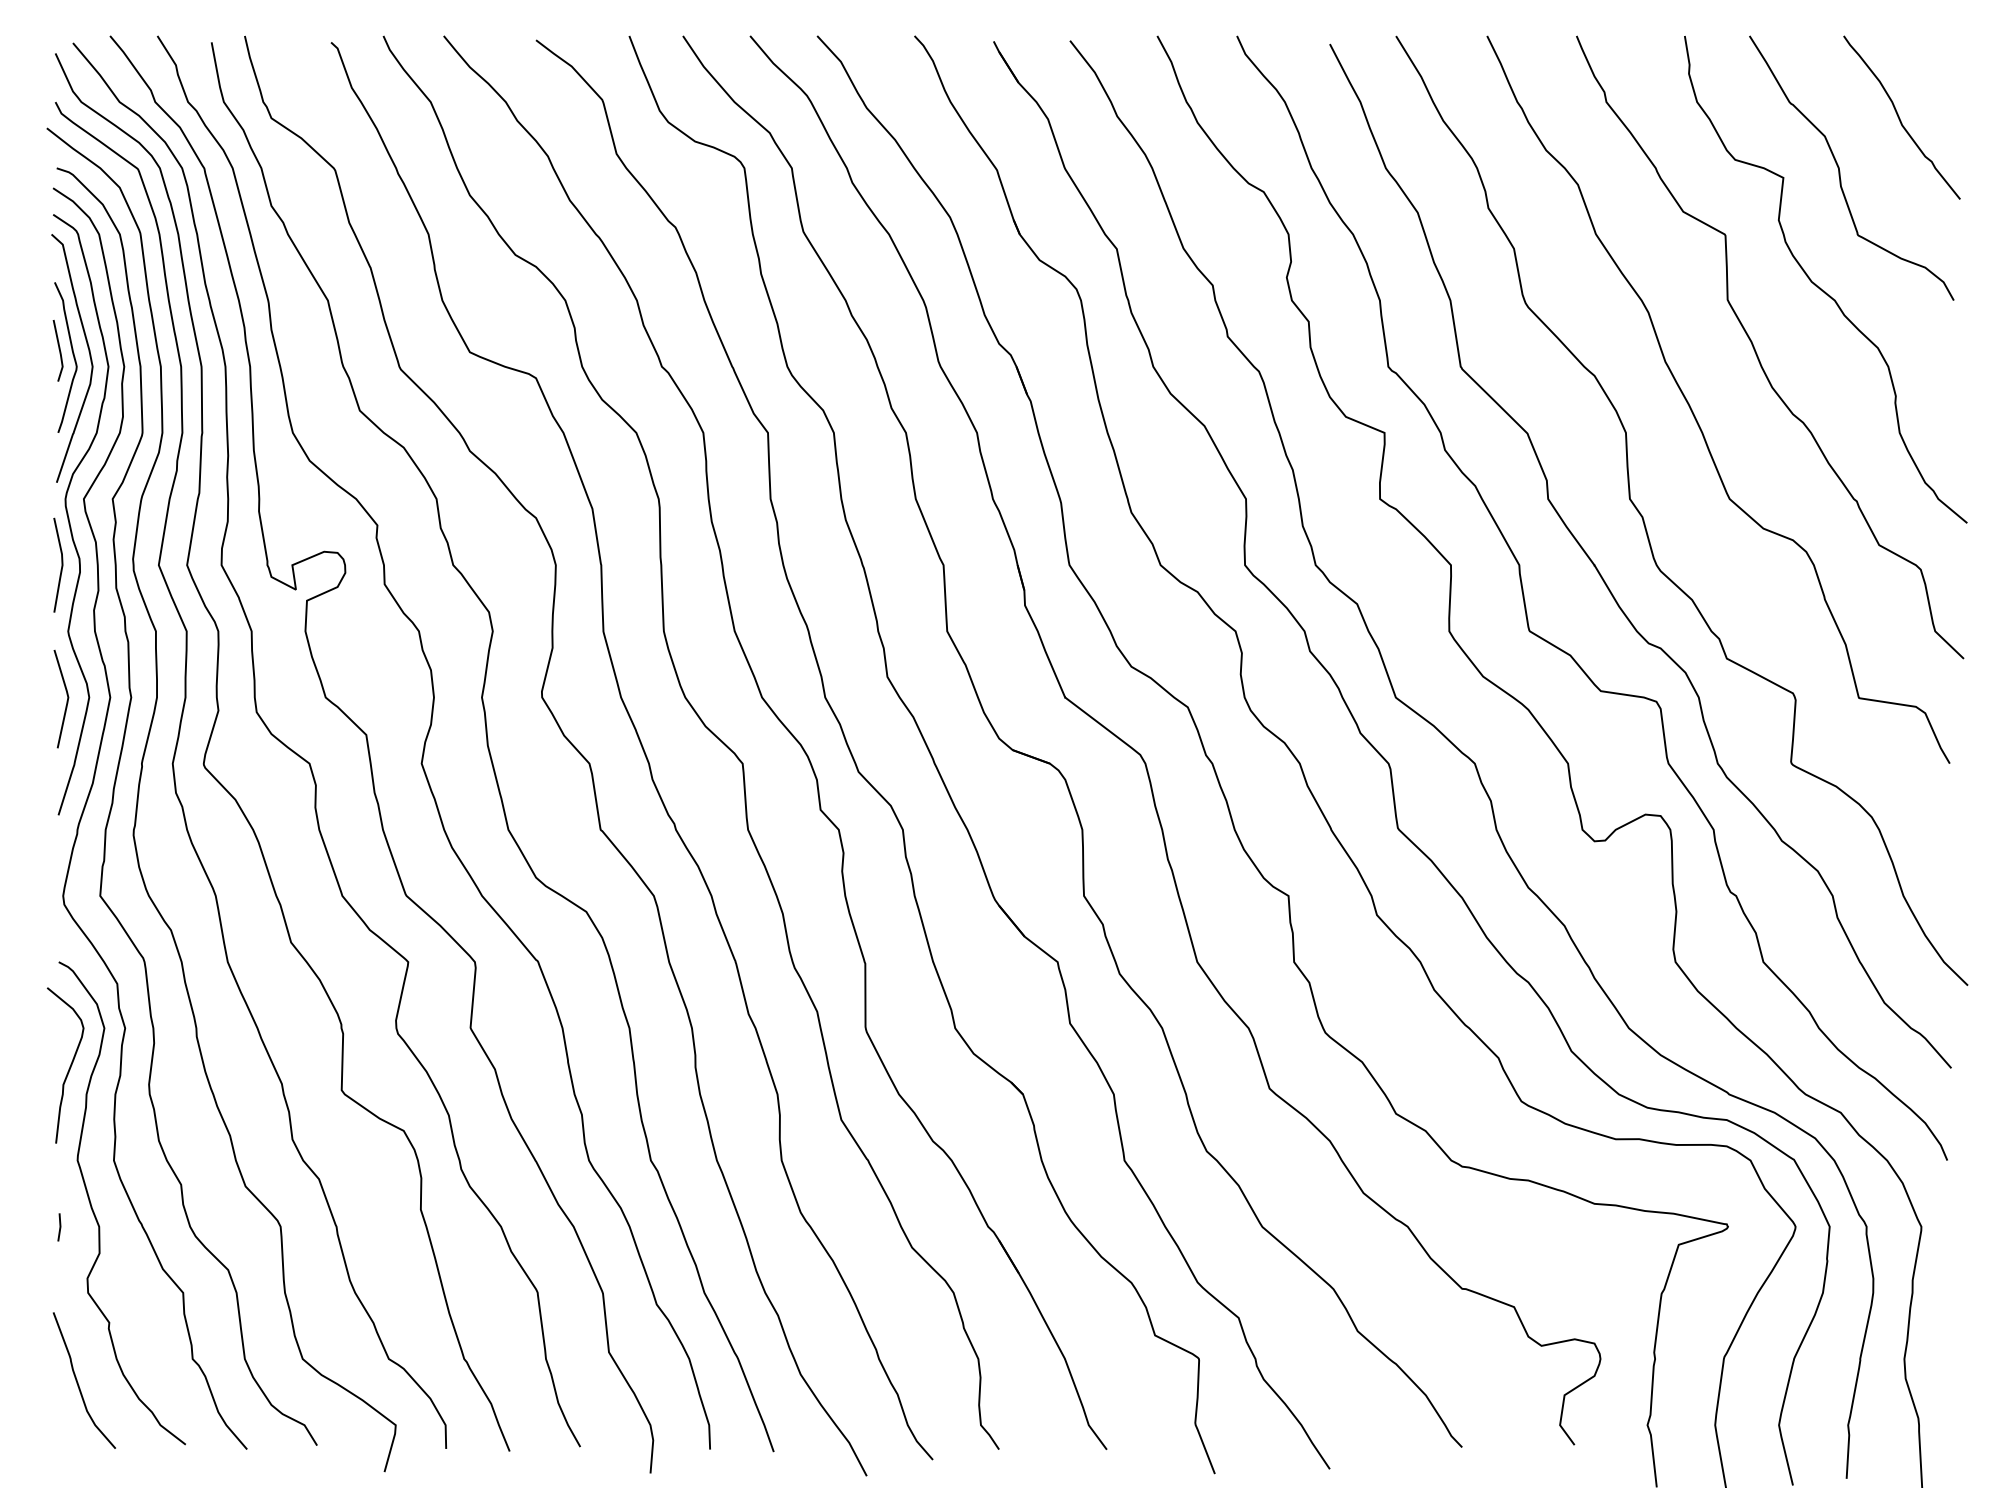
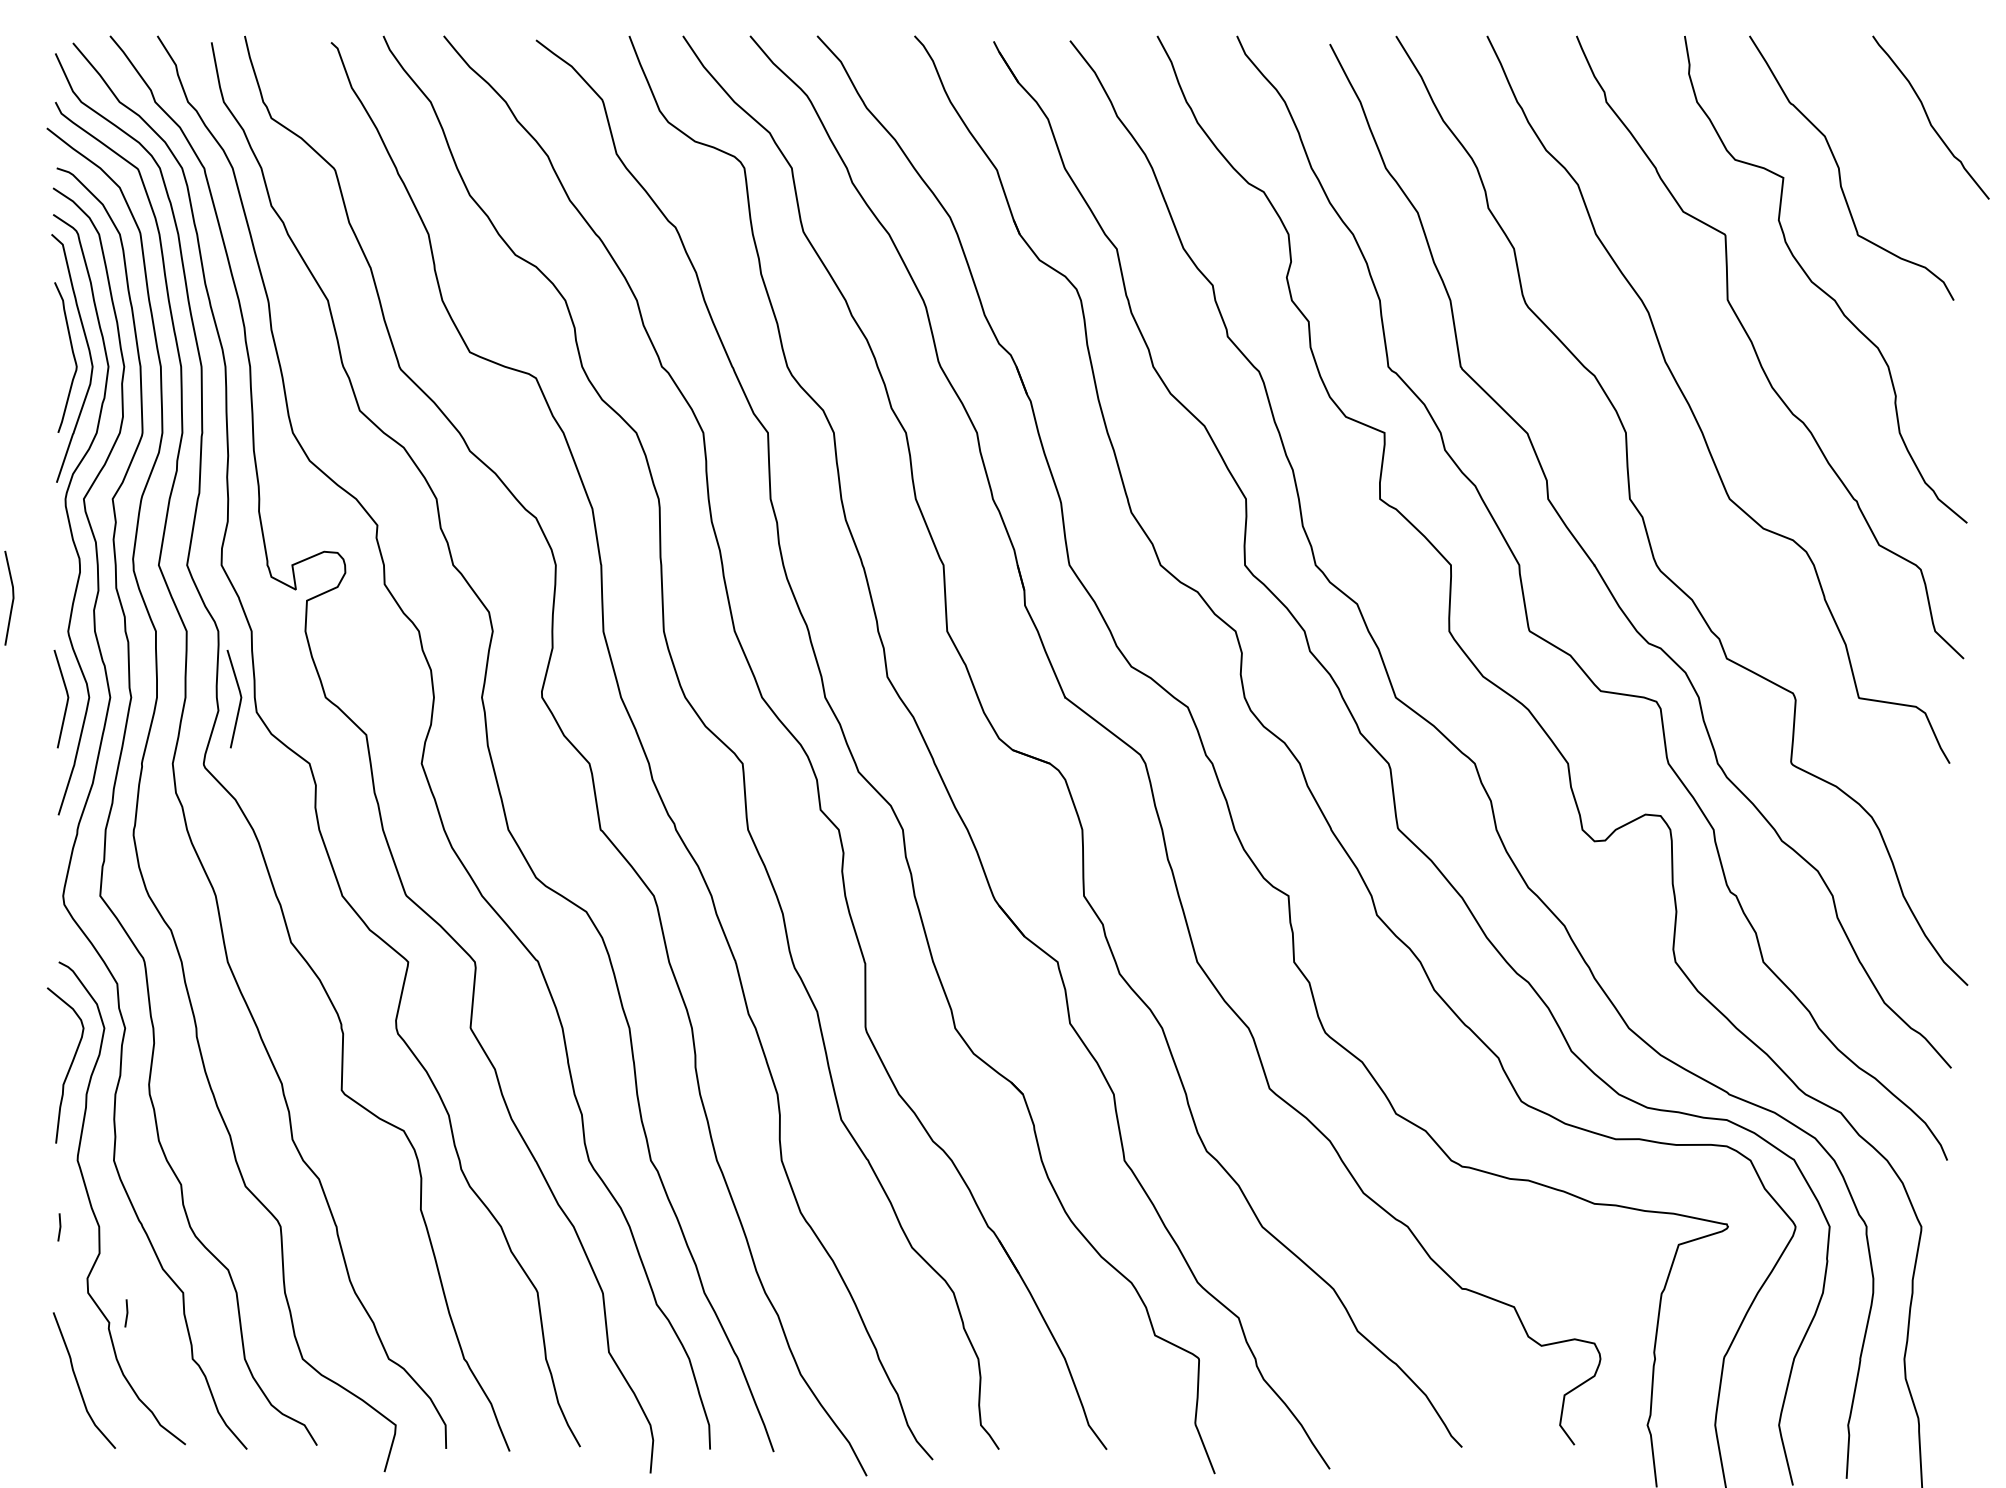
curve at (1900, 118) position: (1900, 118) -> (1929, 118)
line at (58, 349): present -> none
line at (61, 564) position: (61, 564) -> (12, 597)
line at (239, 700): none -> present
line at (126, 1313): none -> present
